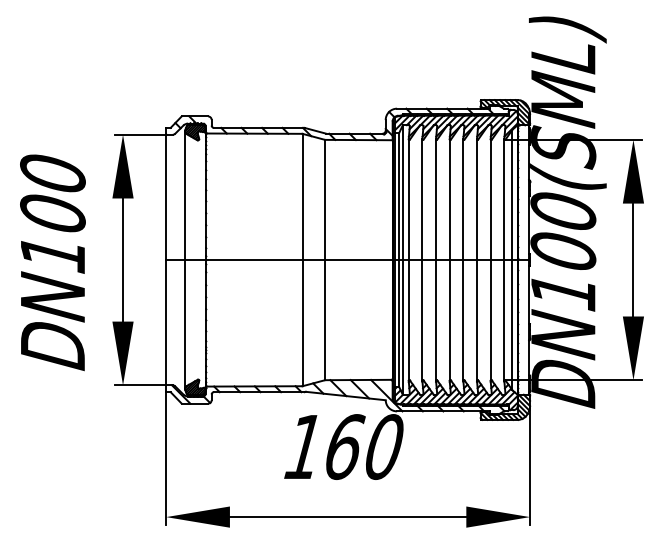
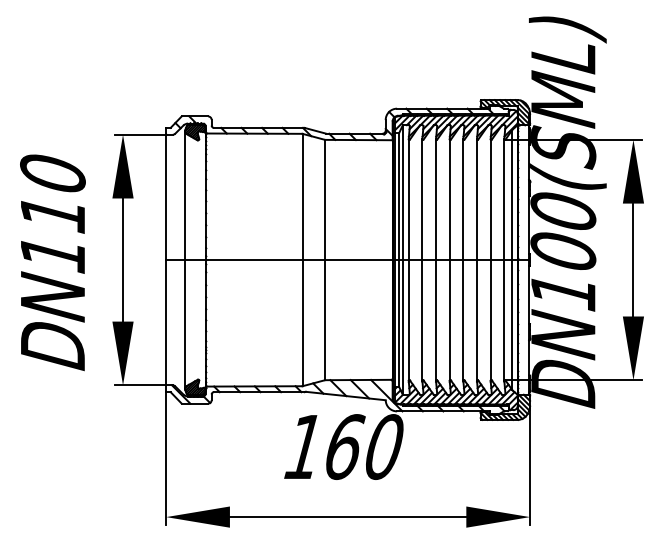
text at (52, 213): DN100 -> DN110
